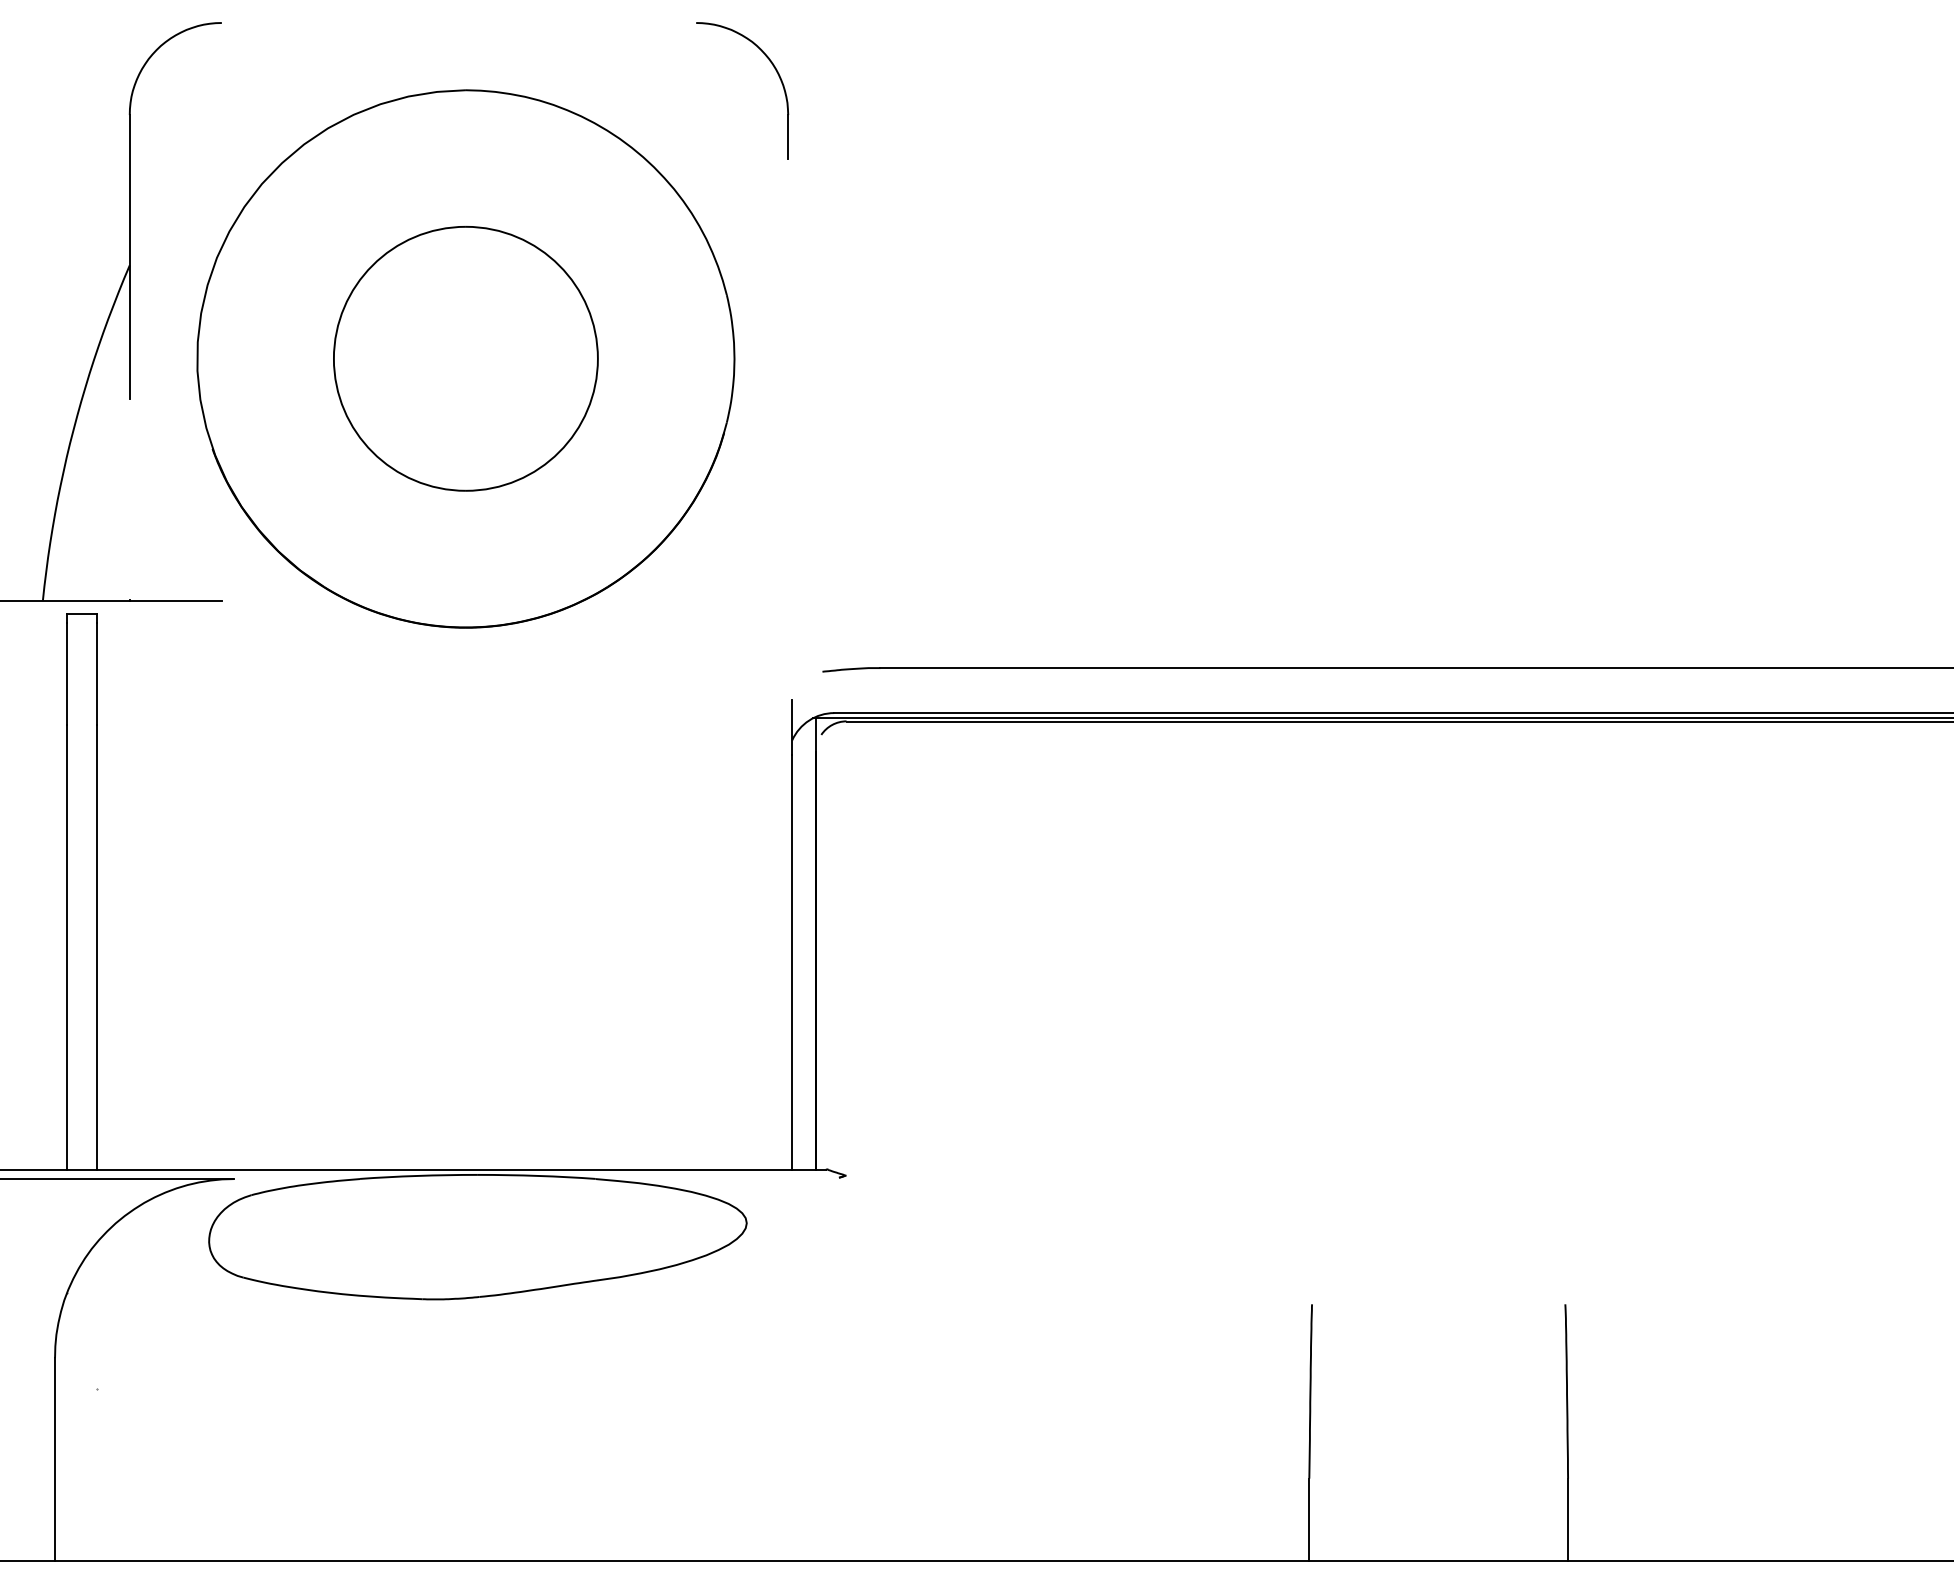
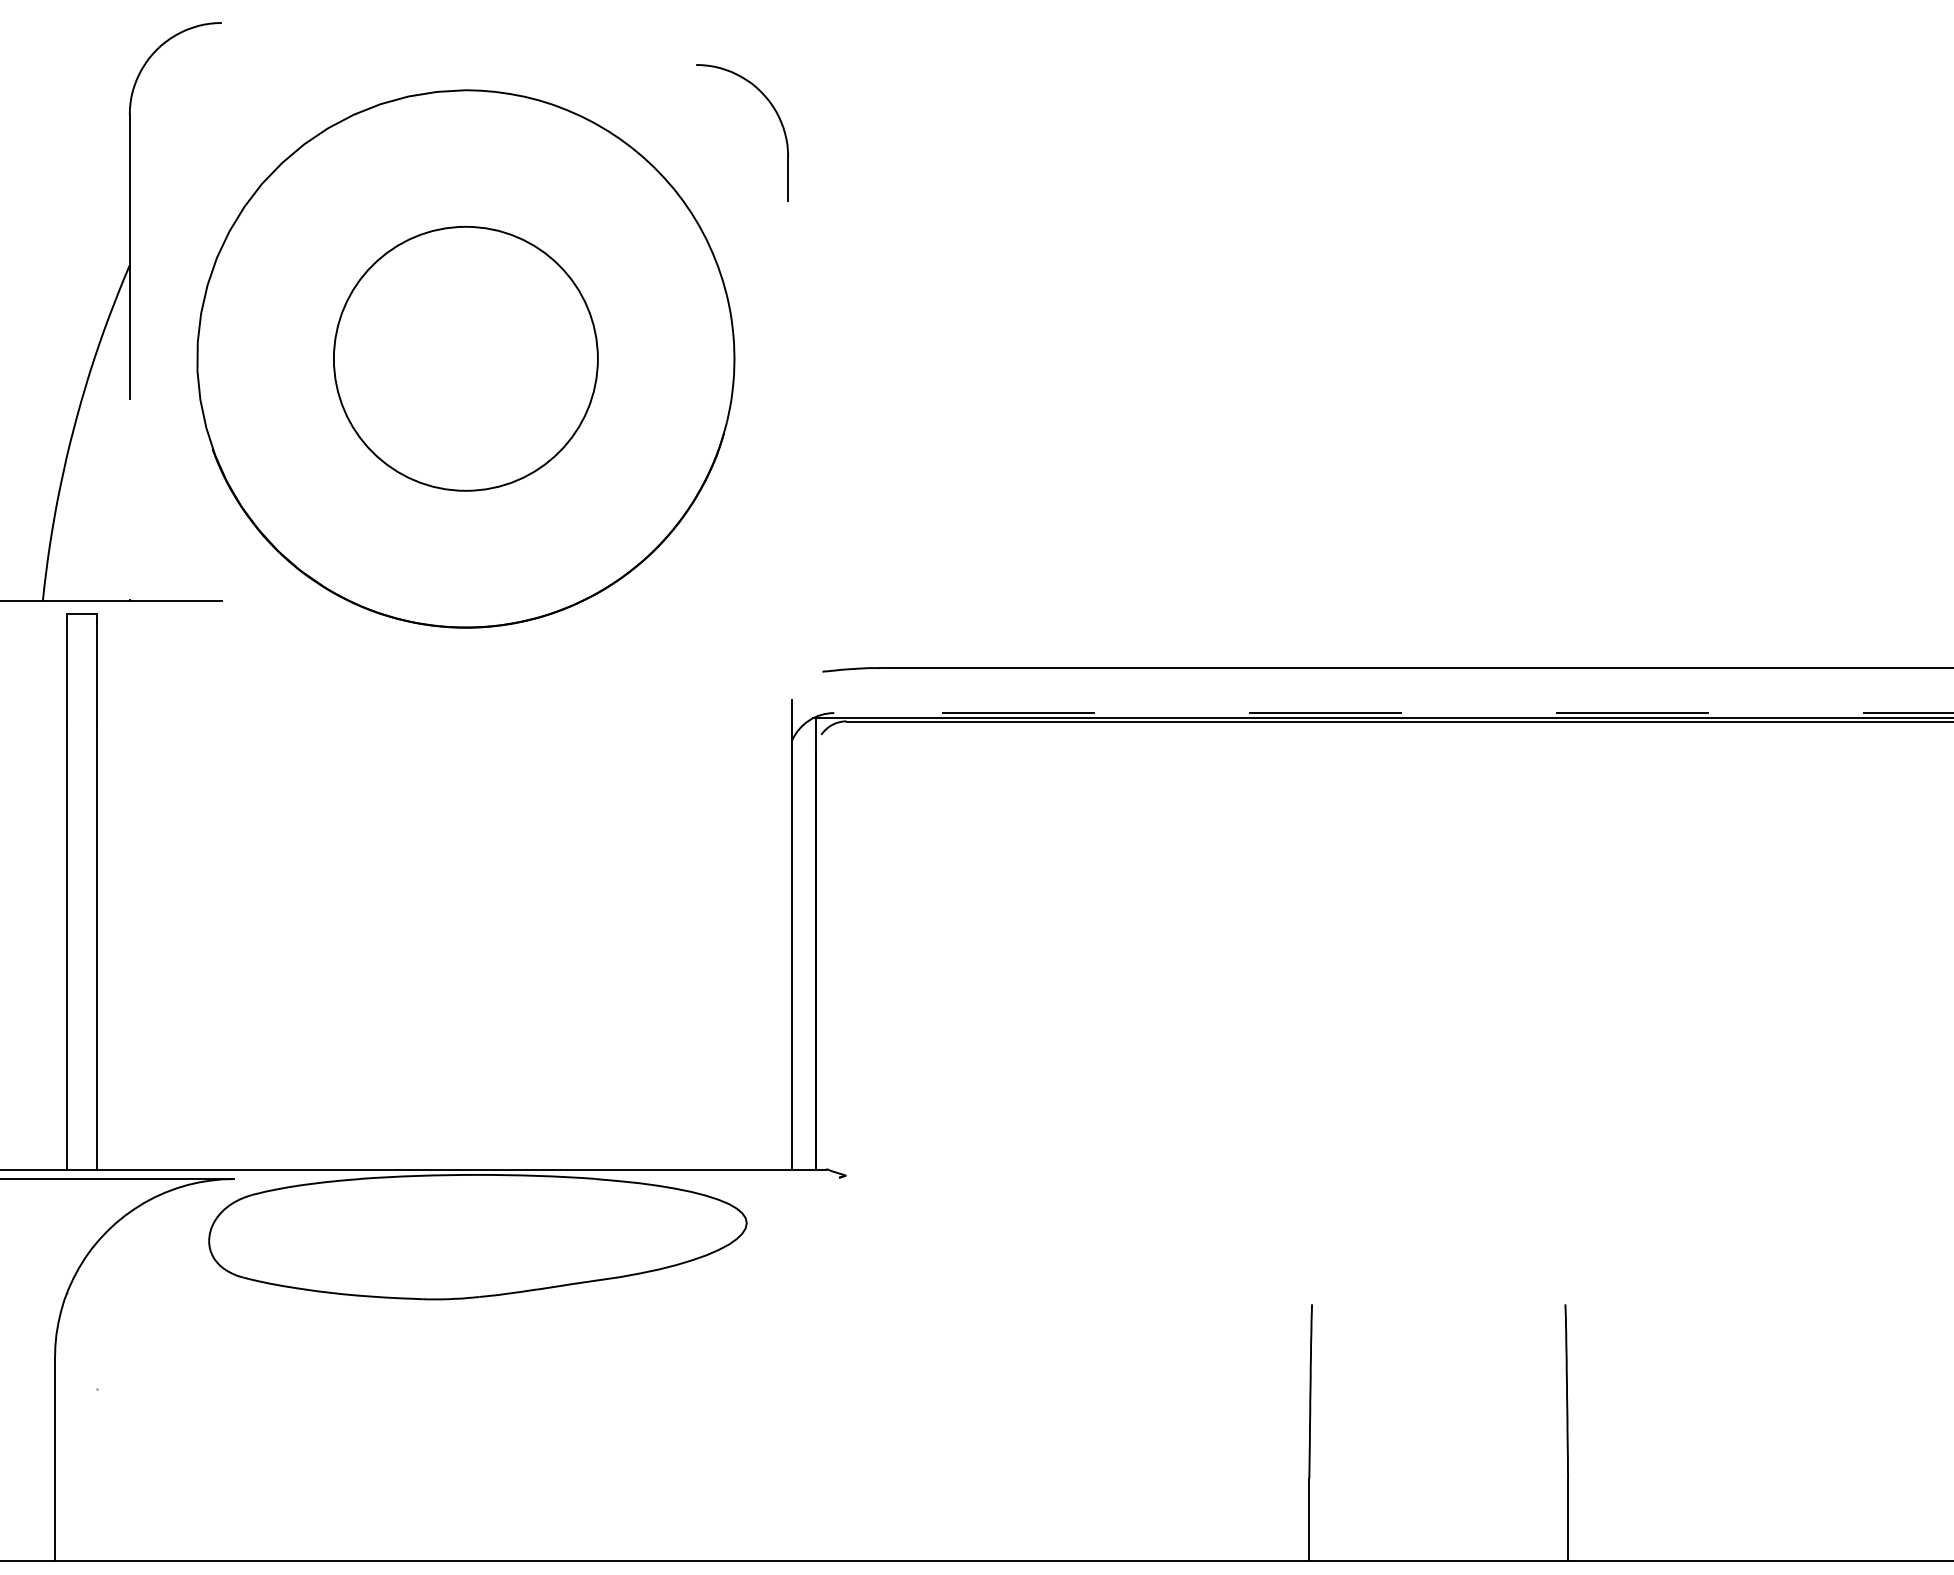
part at (776, 72) position: (776, 72) -> (776, 114)
line at (1393, 713): solid -> dashed
